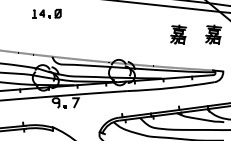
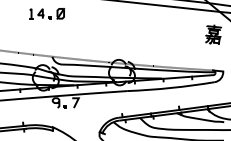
part at (46, 13) size: 30x11 px -> 37x13 px
part at (178, 34): present -> none
